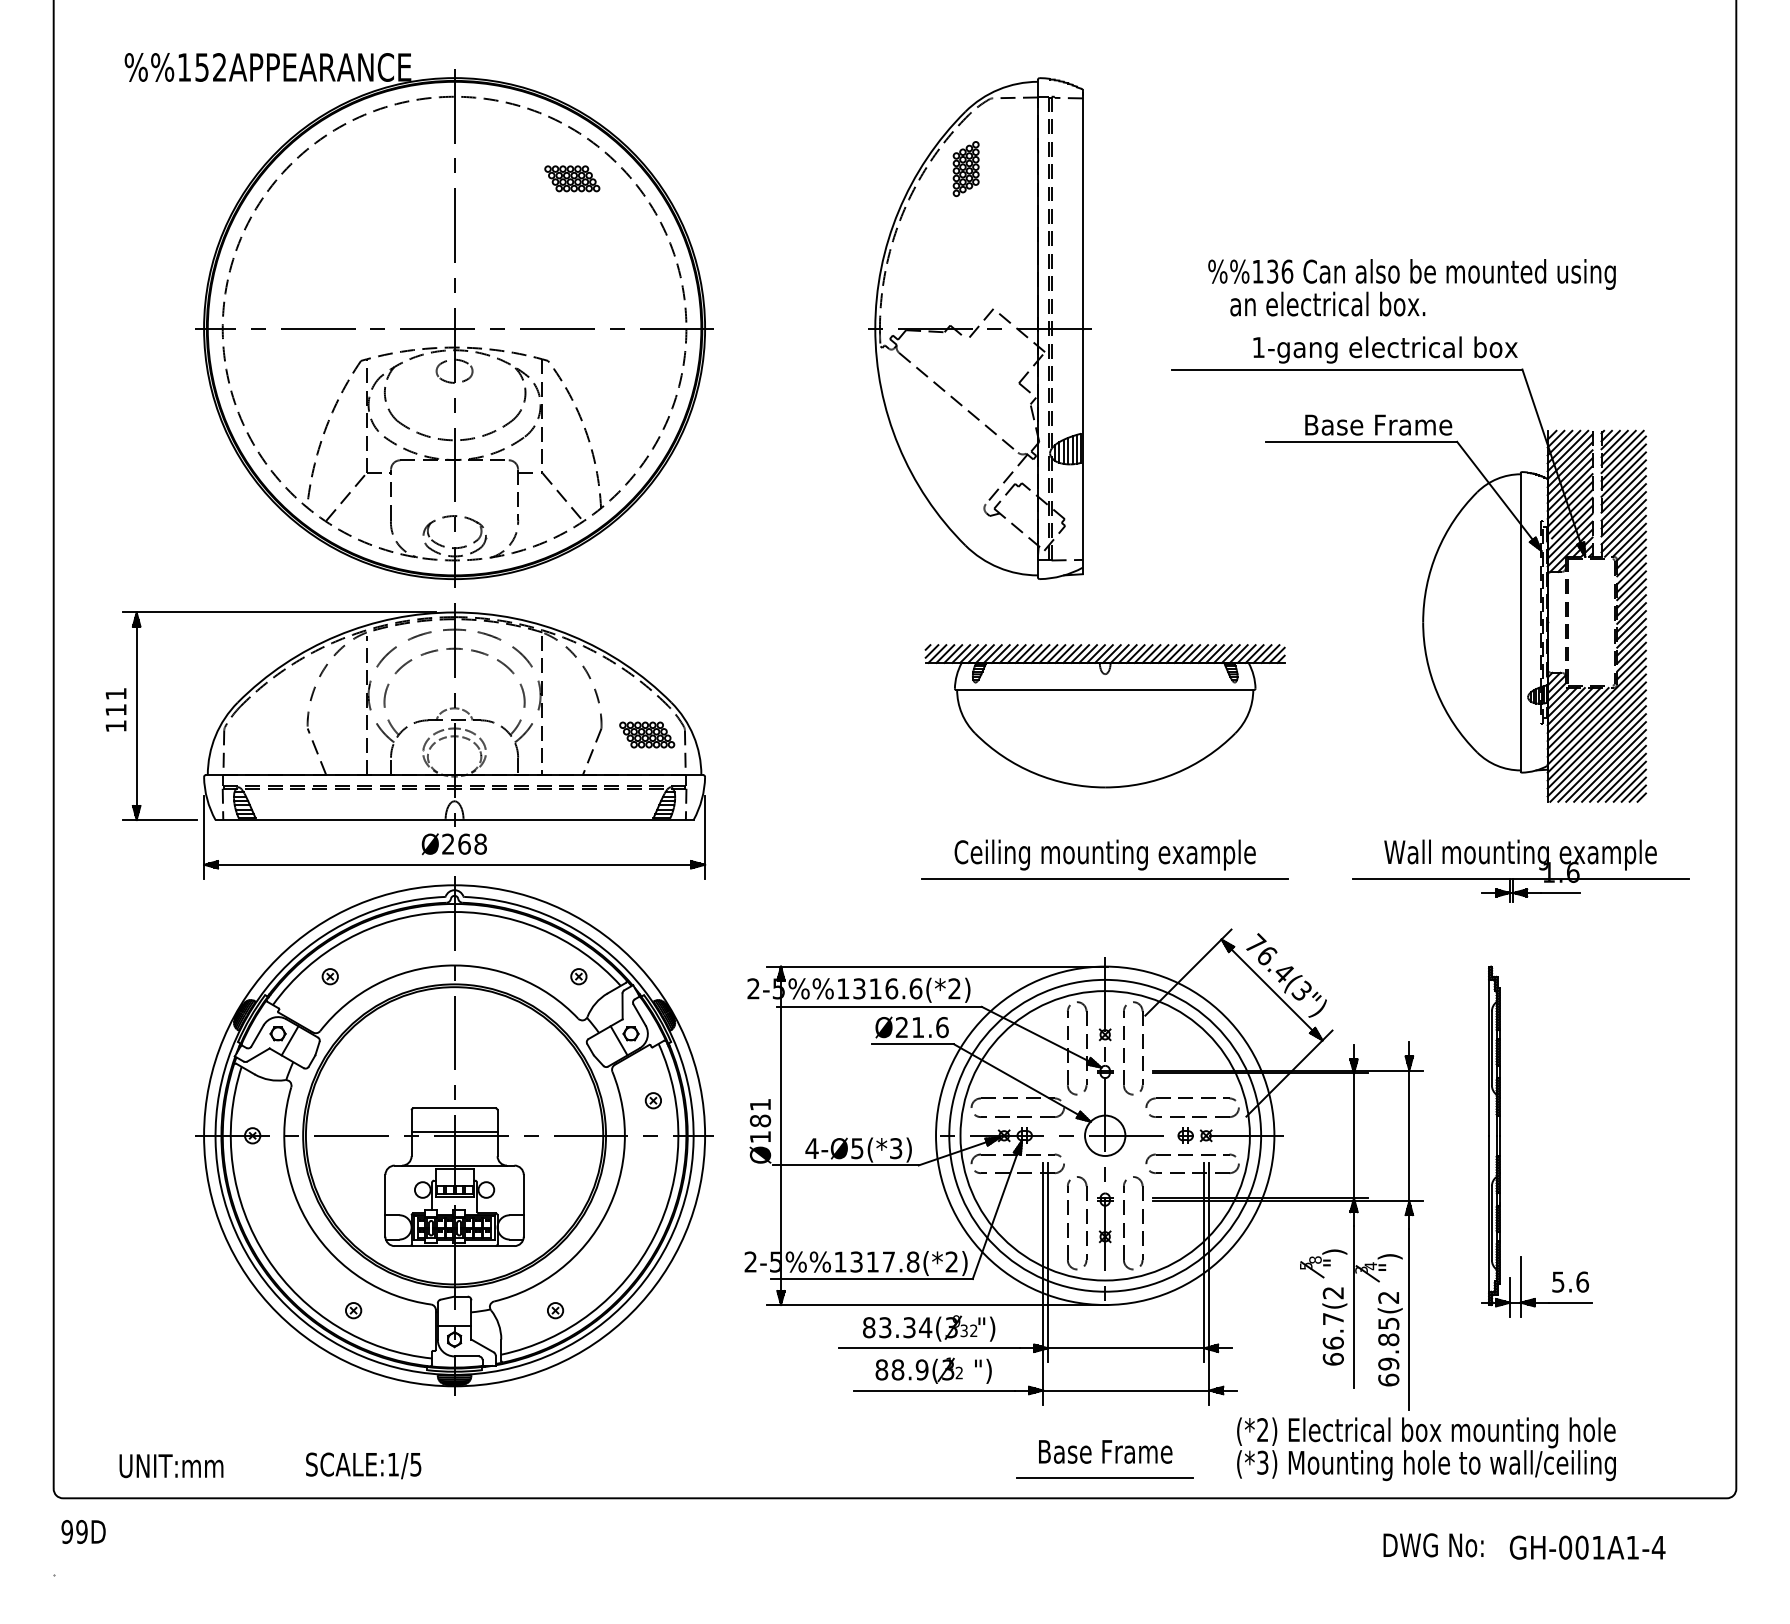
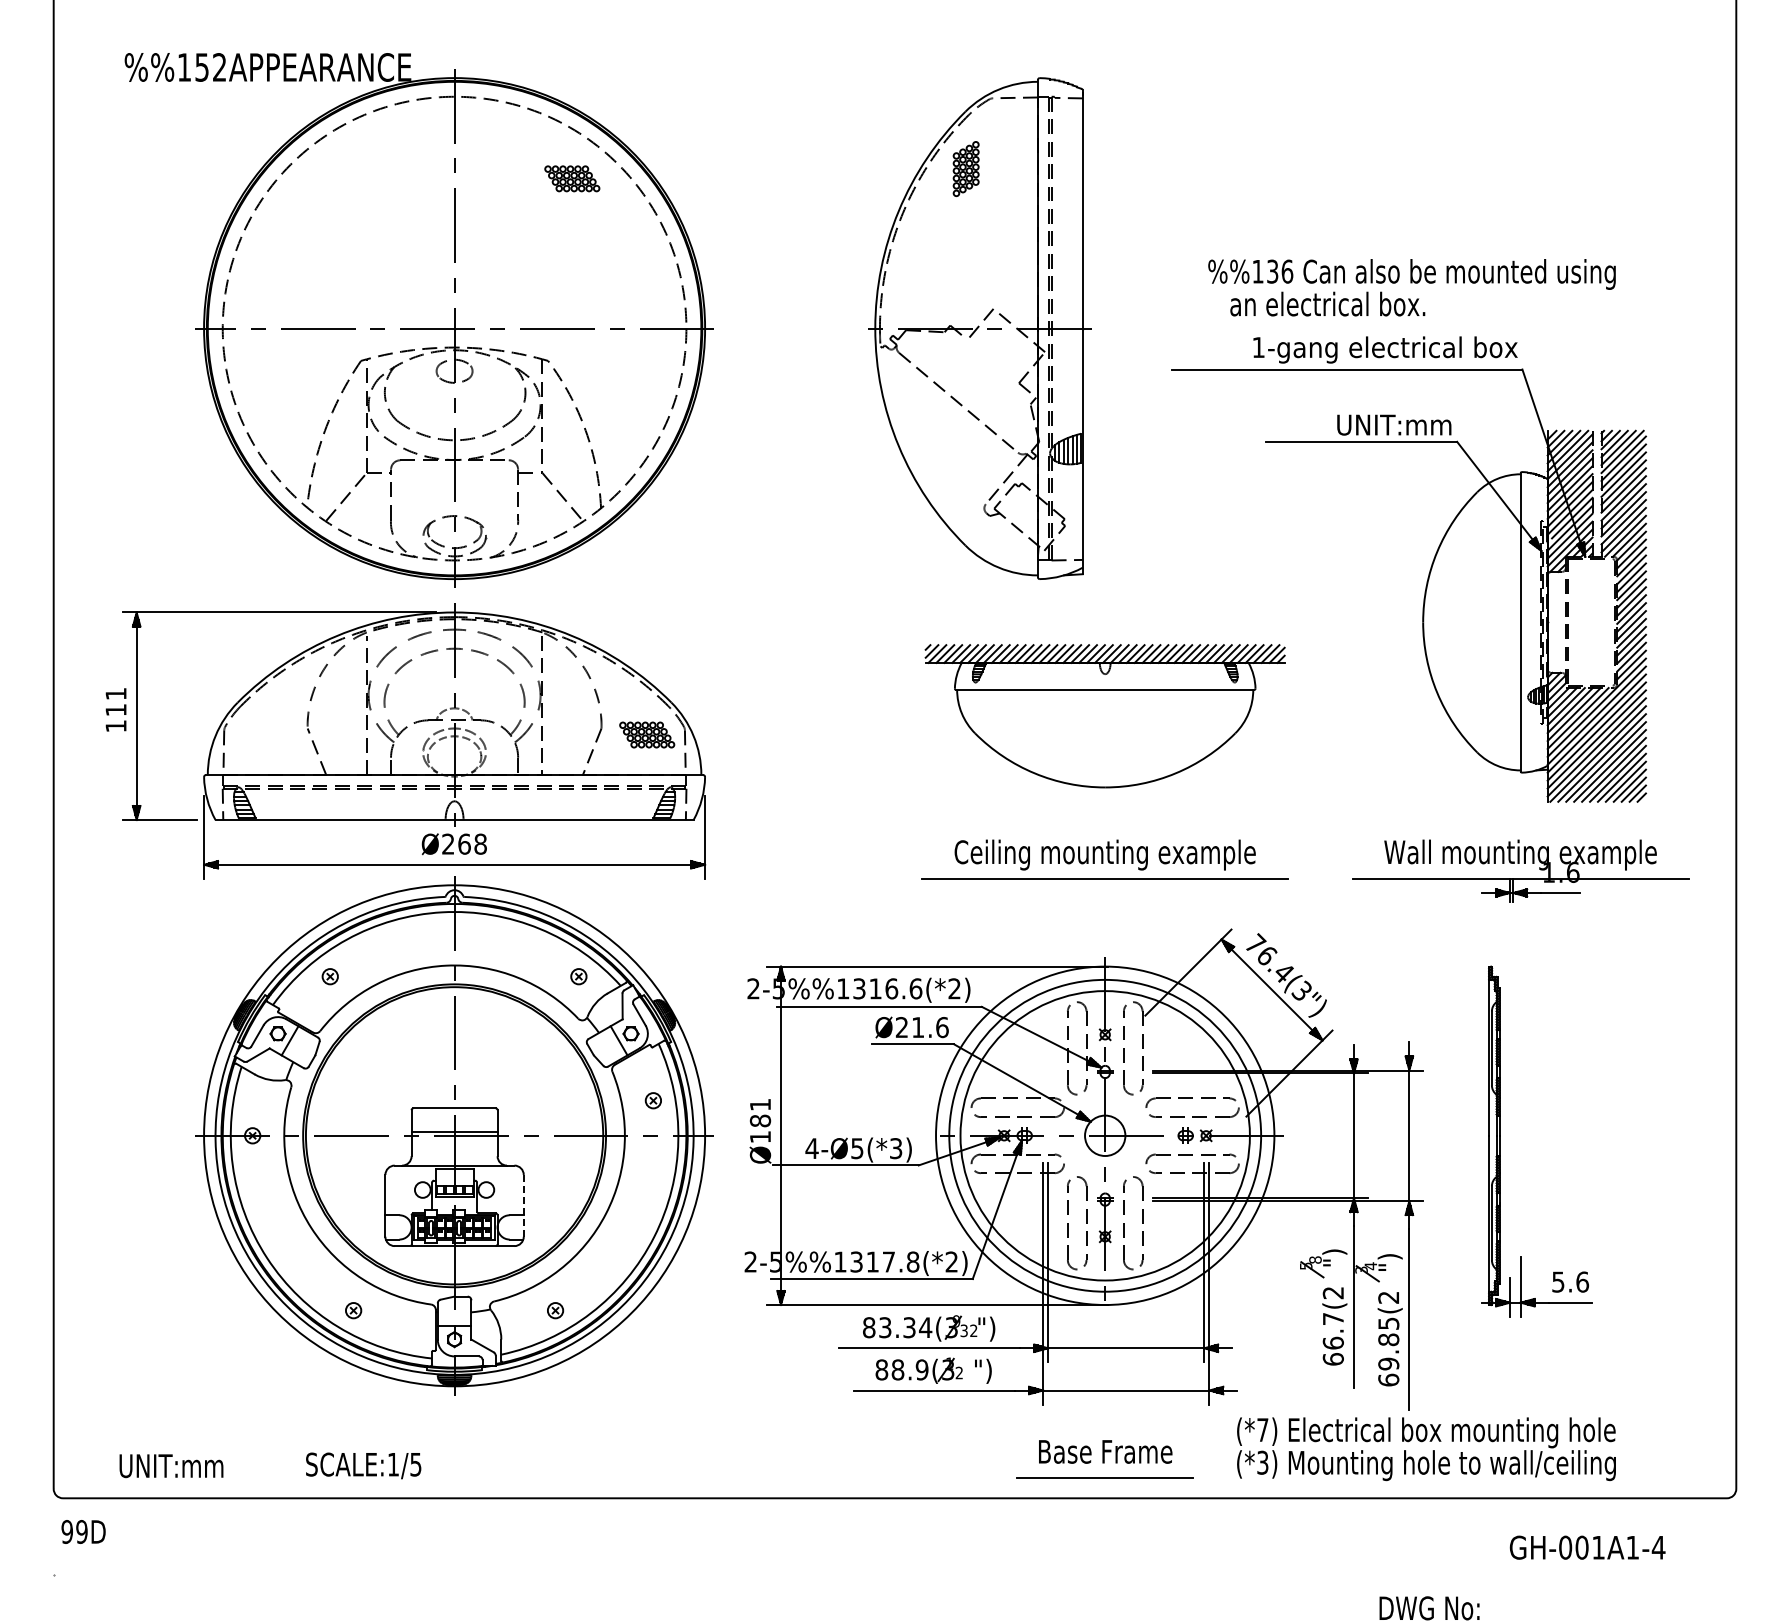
text at (1378, 424): Base Frame -> UNIT:mm
line at (523, 1205): solid -> dashed
text at (1262, 1429): (*2) -> (*7)
text at (1433, 1545) position: (1433, 1545) -> (1429, 1608)
